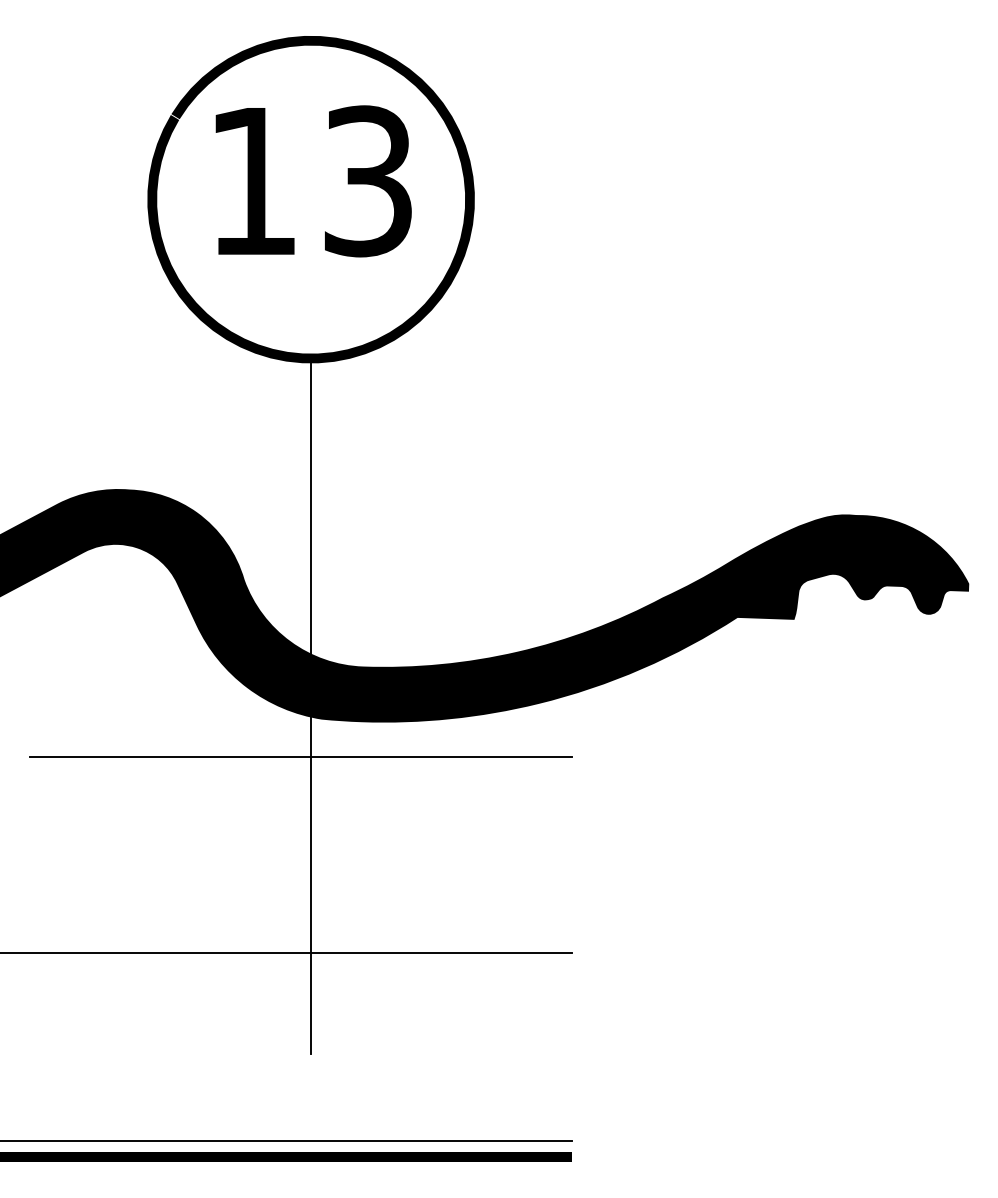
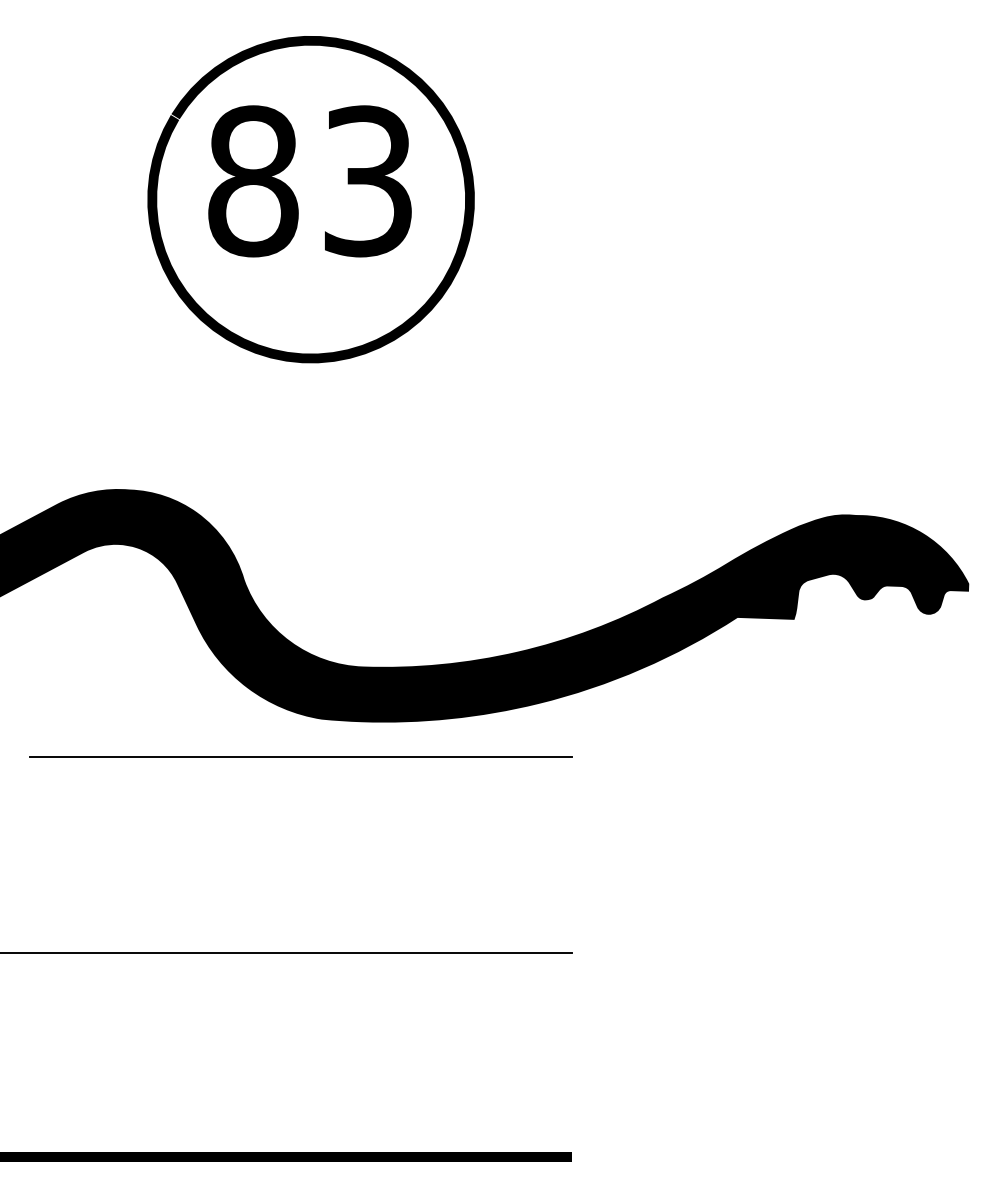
text at (253, 181): 13 -> 83
line at (311, 705): present -> none
line at (287, 1141): present -> none
